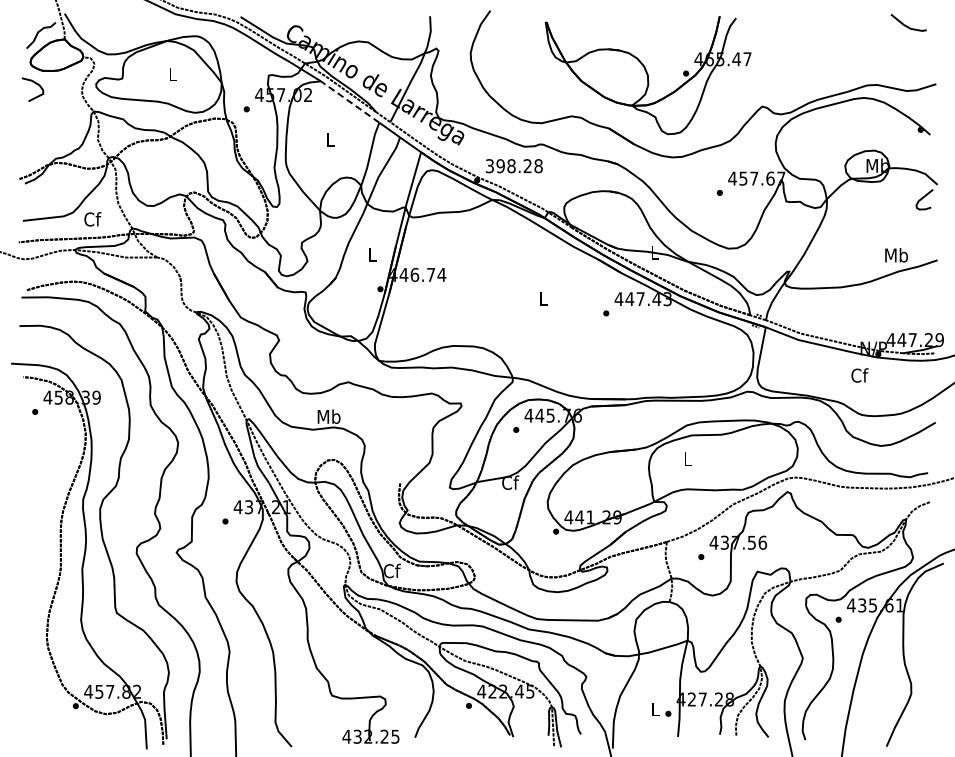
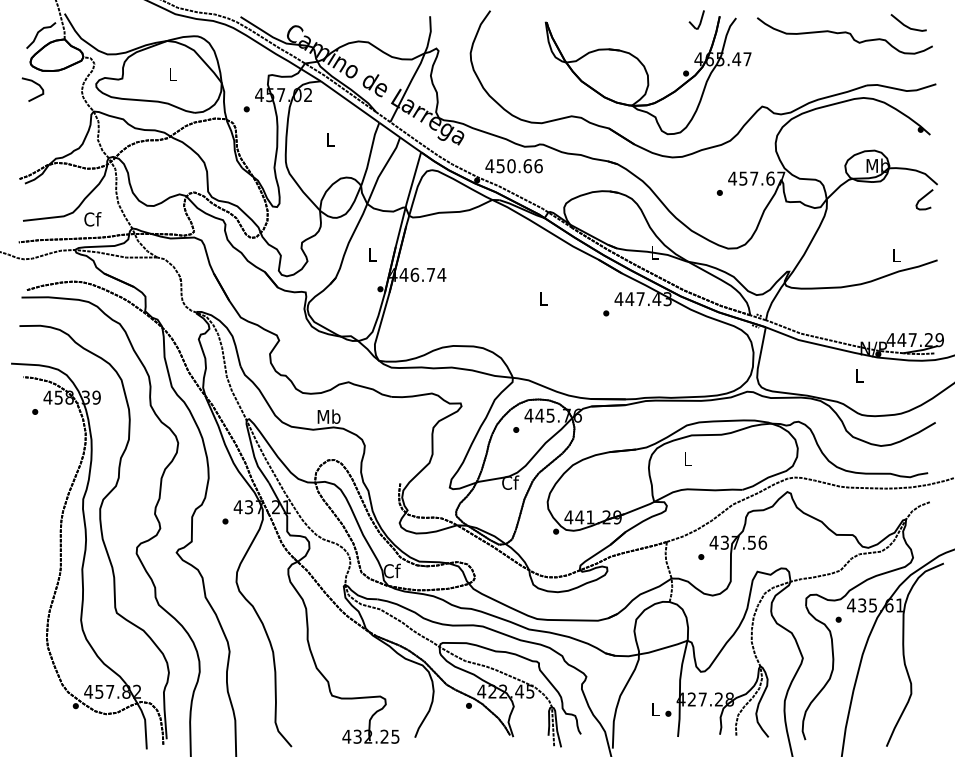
part at (696, 19): none -> present
curve at (844, 33): none -> present
line at (350, 102): dashed -> solid
text at (513, 166): 398.28 -> 450.66
text at (896, 255): Mb -> L
text at (859, 375): Cf -> L
